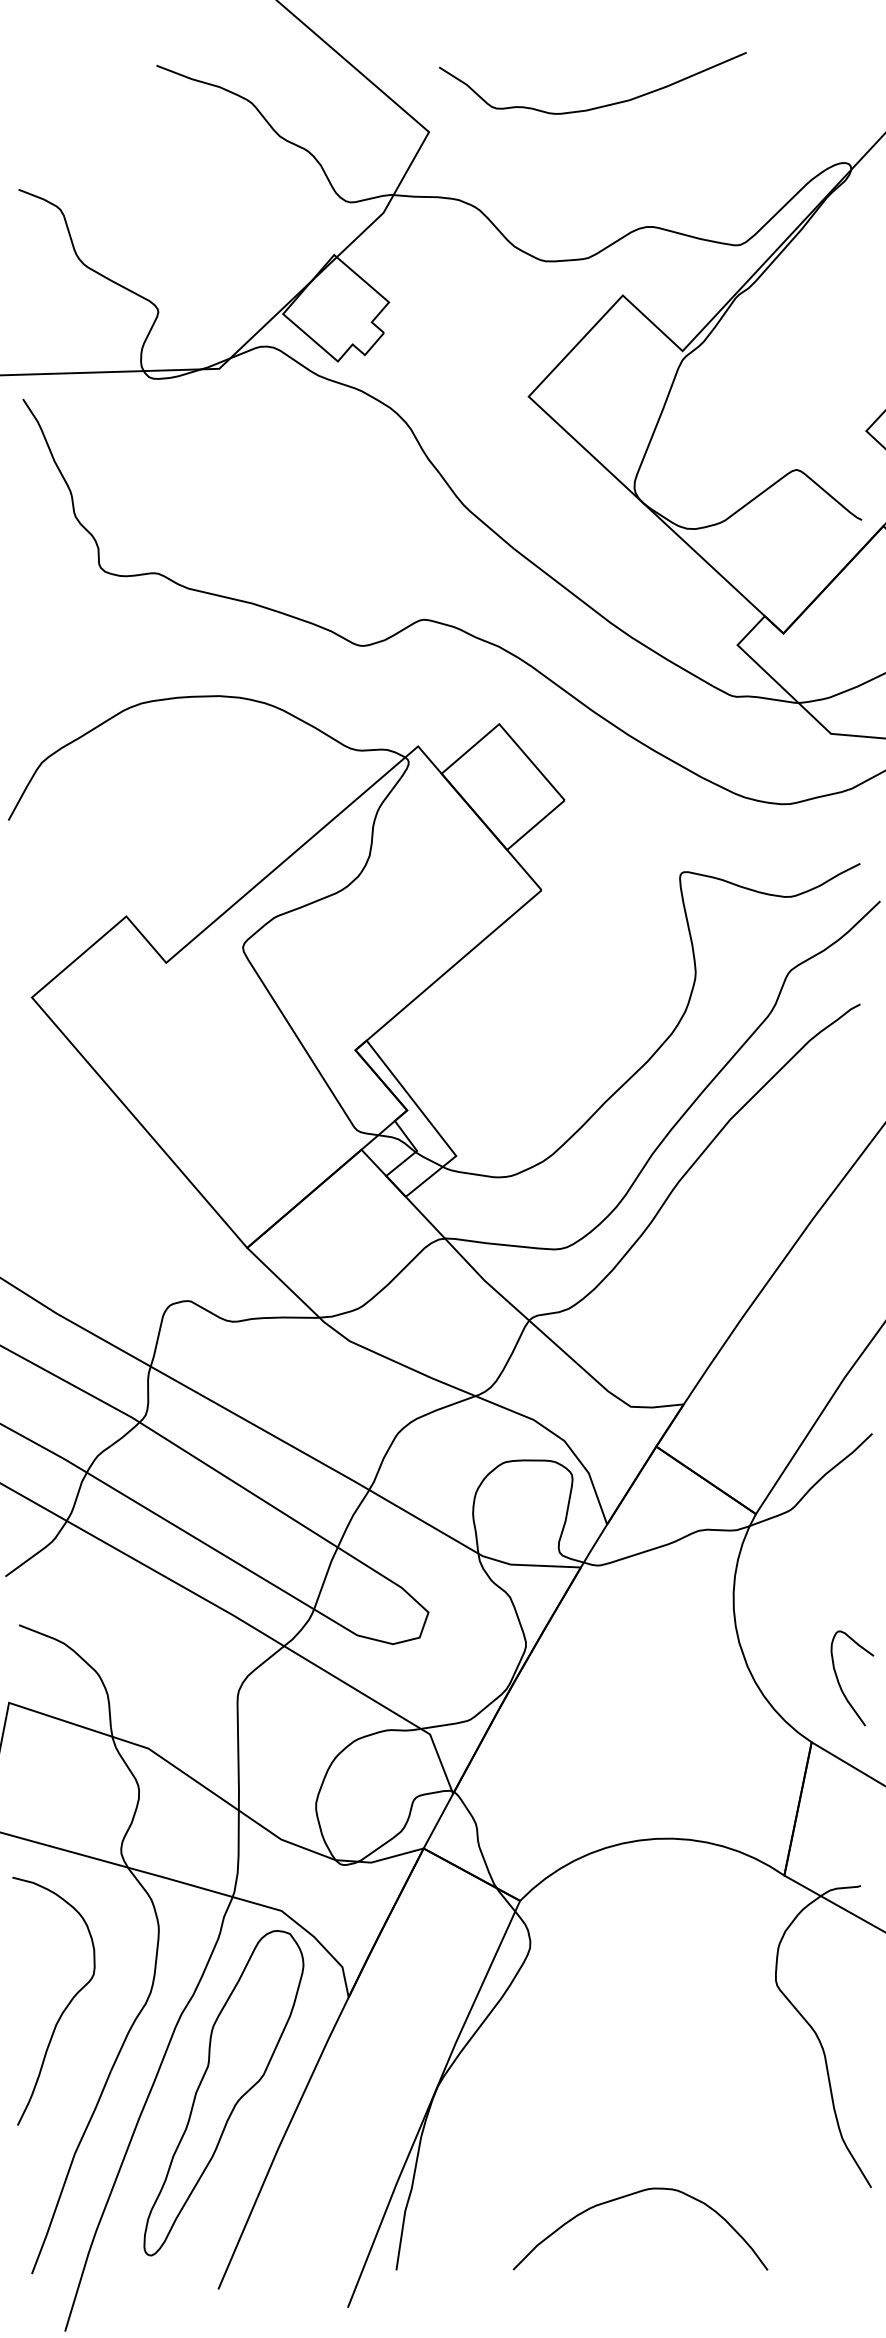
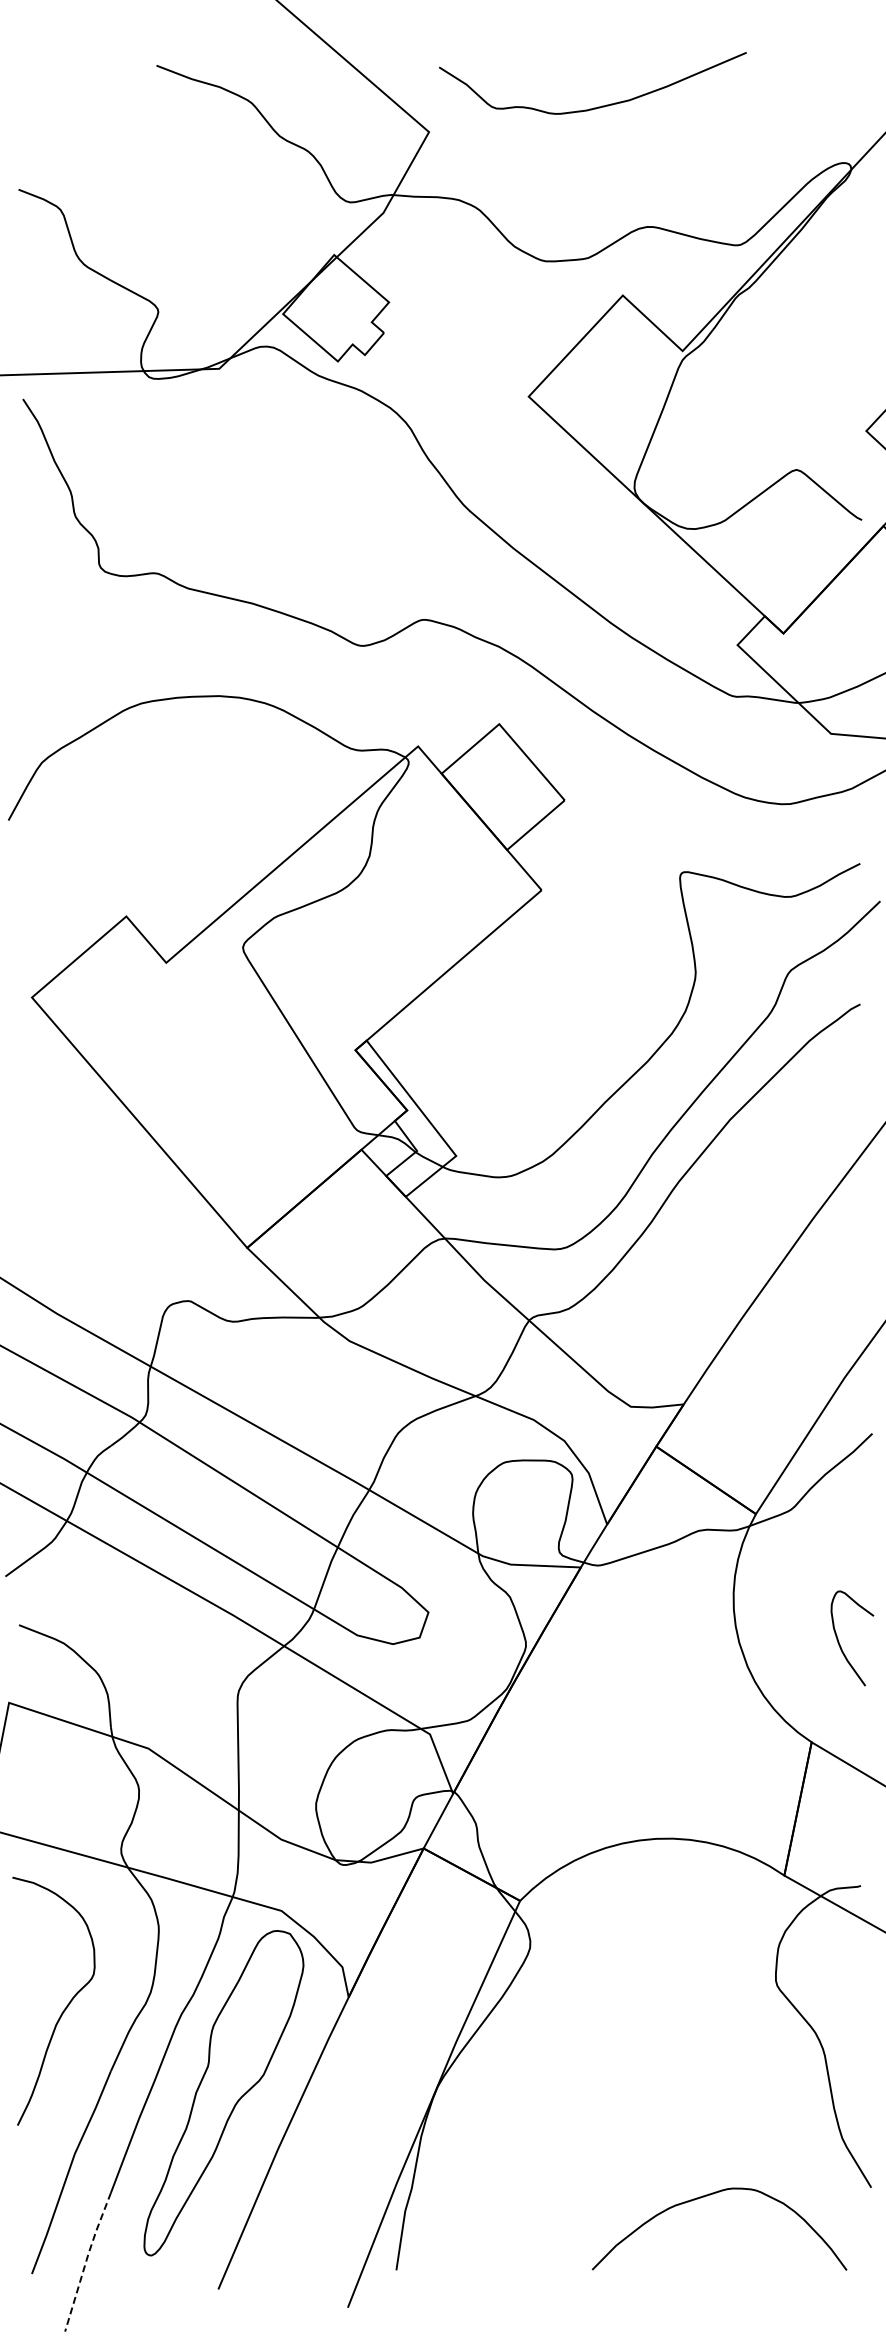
curve at (839, 1681) position: (839, 1681) -> (839, 1641)
curve at (628, 2196) position: (628, 2196) -> (707, 2196)
line at (86, 2259): solid -> dashed
